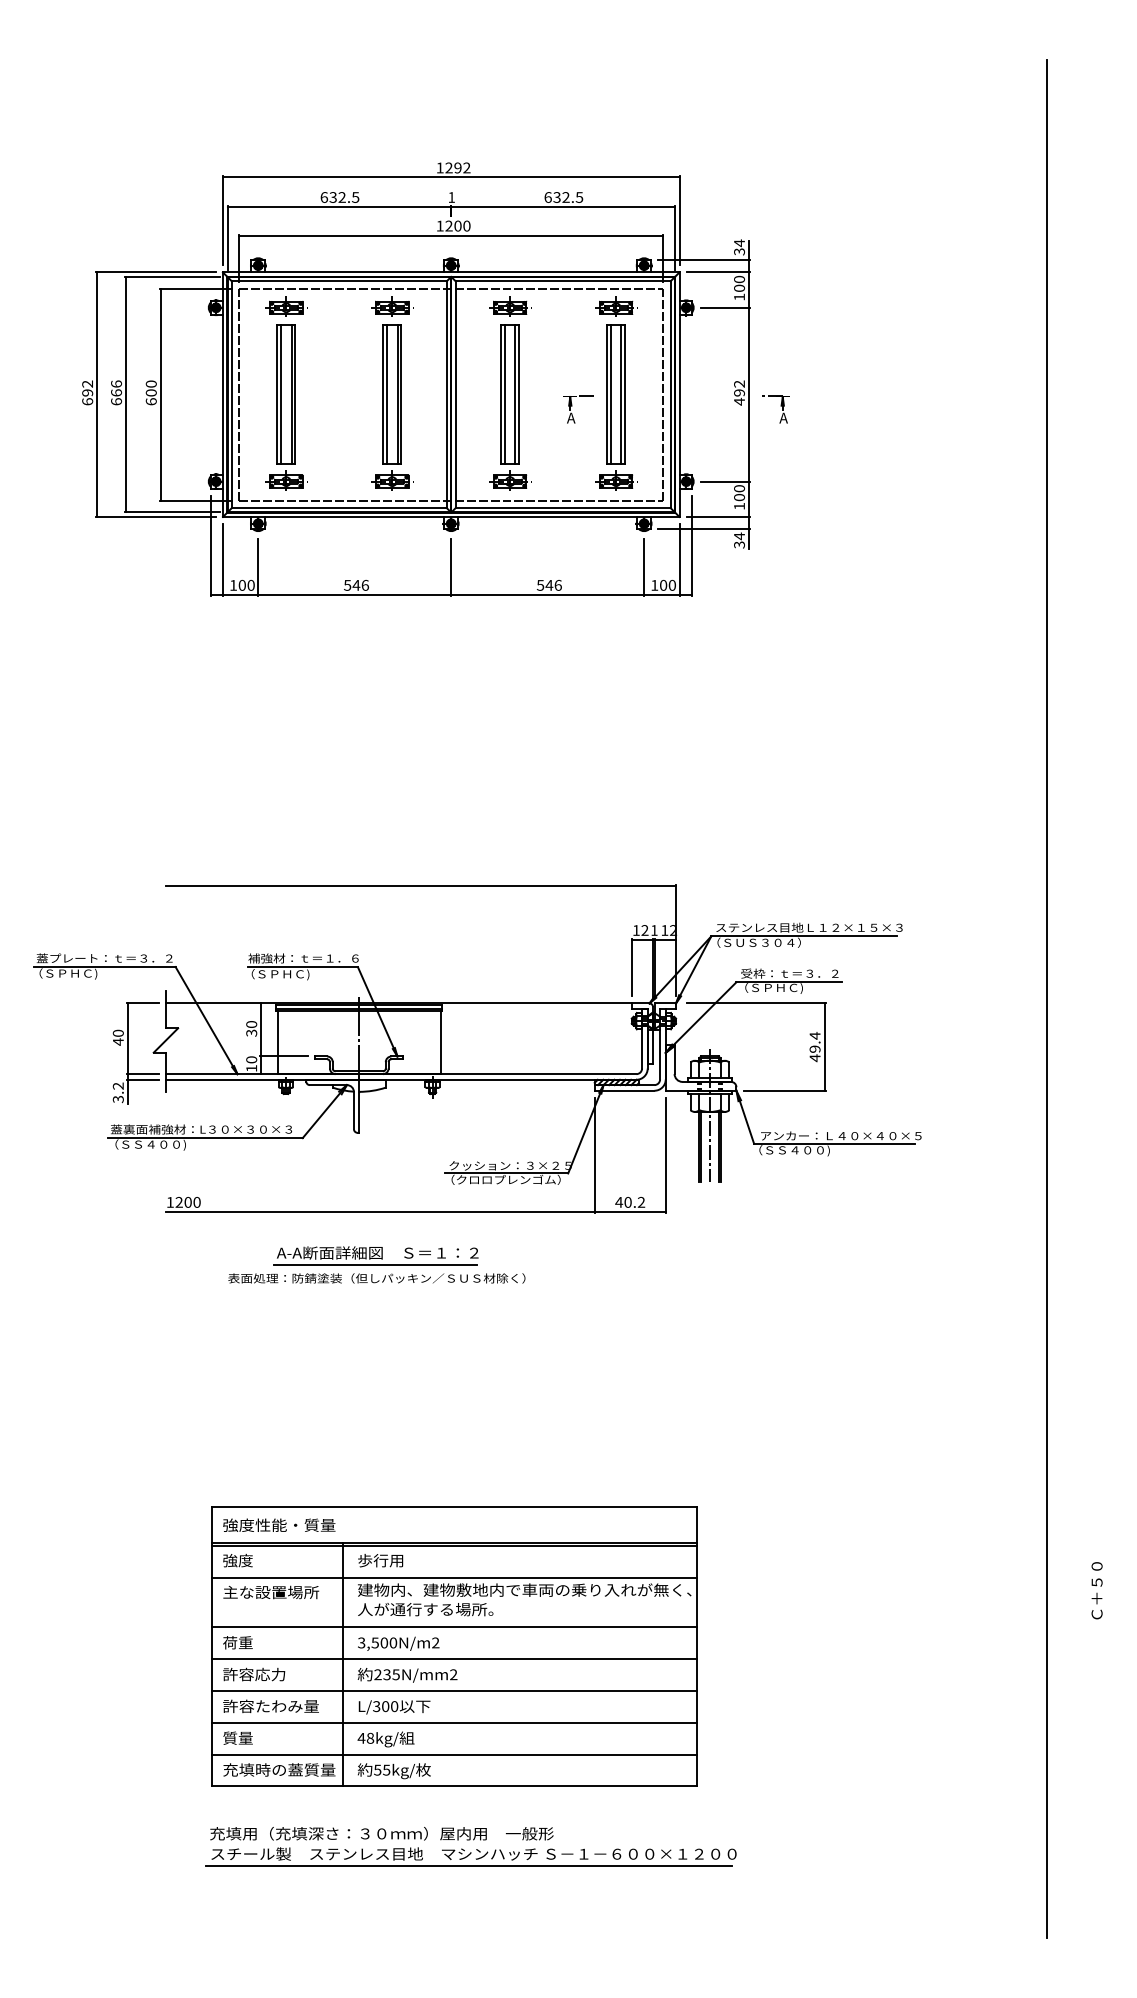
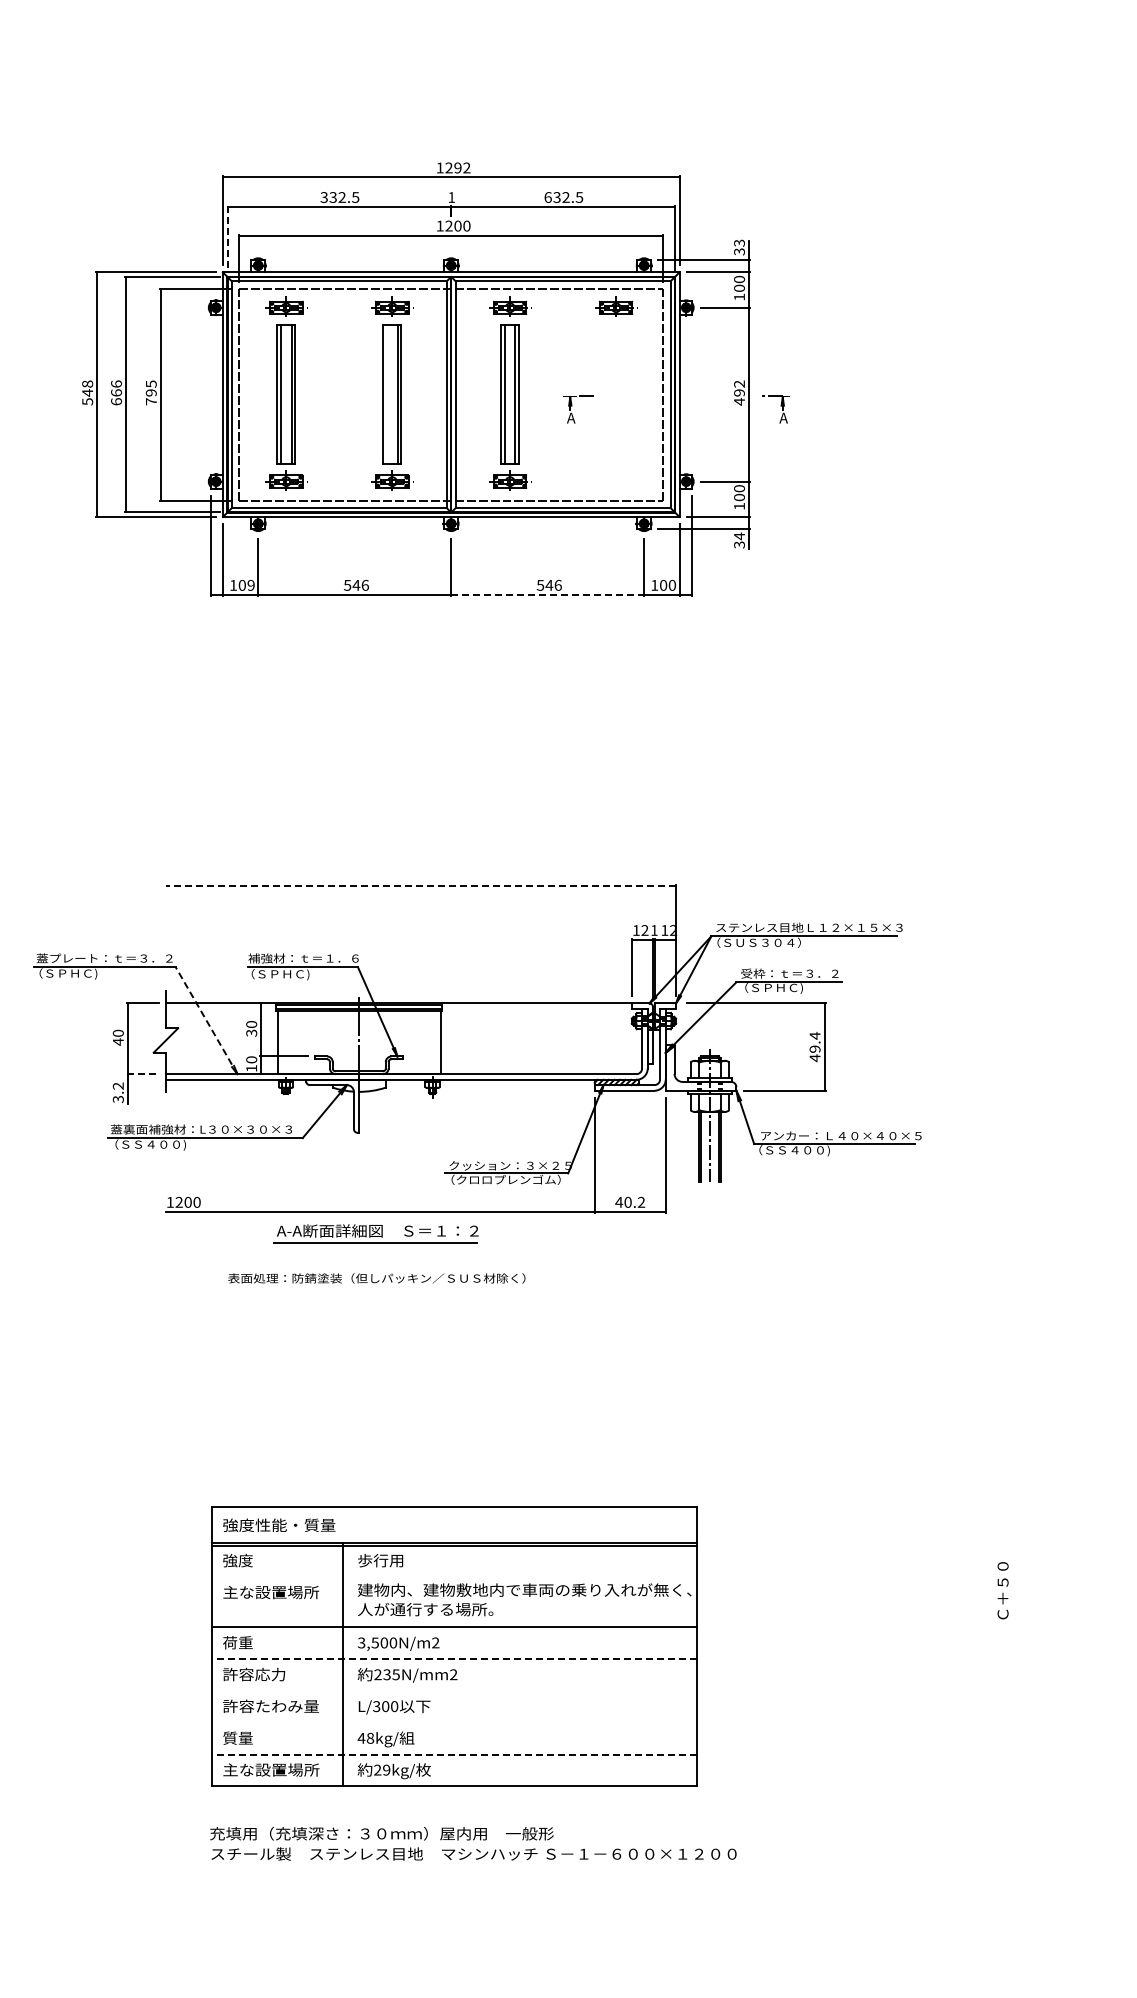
text at (324, 197): 632.5 -> 332.5
line at (227, 238): solid -> dashed
text at (739, 243): 34 -> 33
text at (87, 392): 692 -> 548
text at (150, 392): 600 -> 795
line at (386, 394): present -> none
part at (616, 407): present -> none
text at (250, 585): 100 -> 109
line at (548, 594): solid -> dashed
line at (420, 886): solid -> dashed
line at (1047, 998): present -> none
line at (206, 1020): solid -> dashed
line at (143, 1074): solid -> dashed
line at (142, 1079): present -> none
part at (375, 1255) position: (375, 1255) -> (375, 1233)
line at (454, 1577): present -> none
text at (1096, 1590) position: (1096, 1590) -> (1002, 1590)
line at (454, 1659): solid -> dashed
line at (454, 1690): present -> none
line at (454, 1722): present -> none
line at (454, 1754): solid -> dashed
text at (279, 1769): 充填時の蓋質量 -> 主な設置場所
text at (382, 1769): 55kg/ -> 29kg/
line at (469, 1865): present -> none
